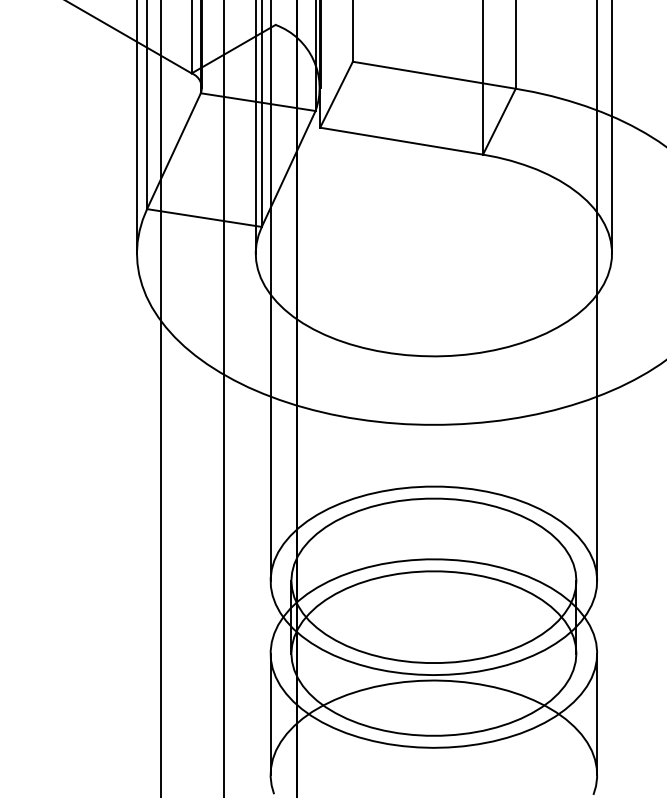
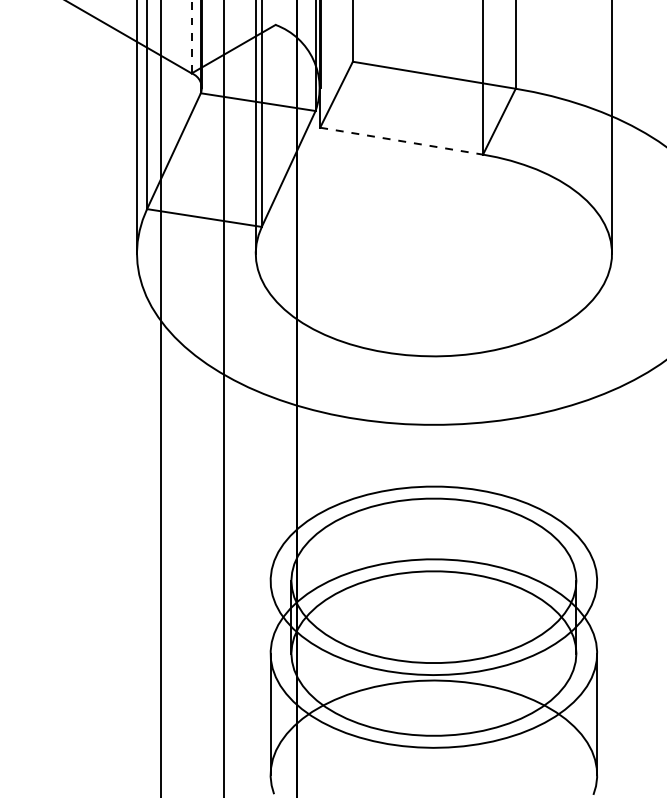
line at (191, 37): solid -> dashed
line at (401, 141): solid -> dashed
line at (270, 291): present -> none
line at (597, 291): present -> none
